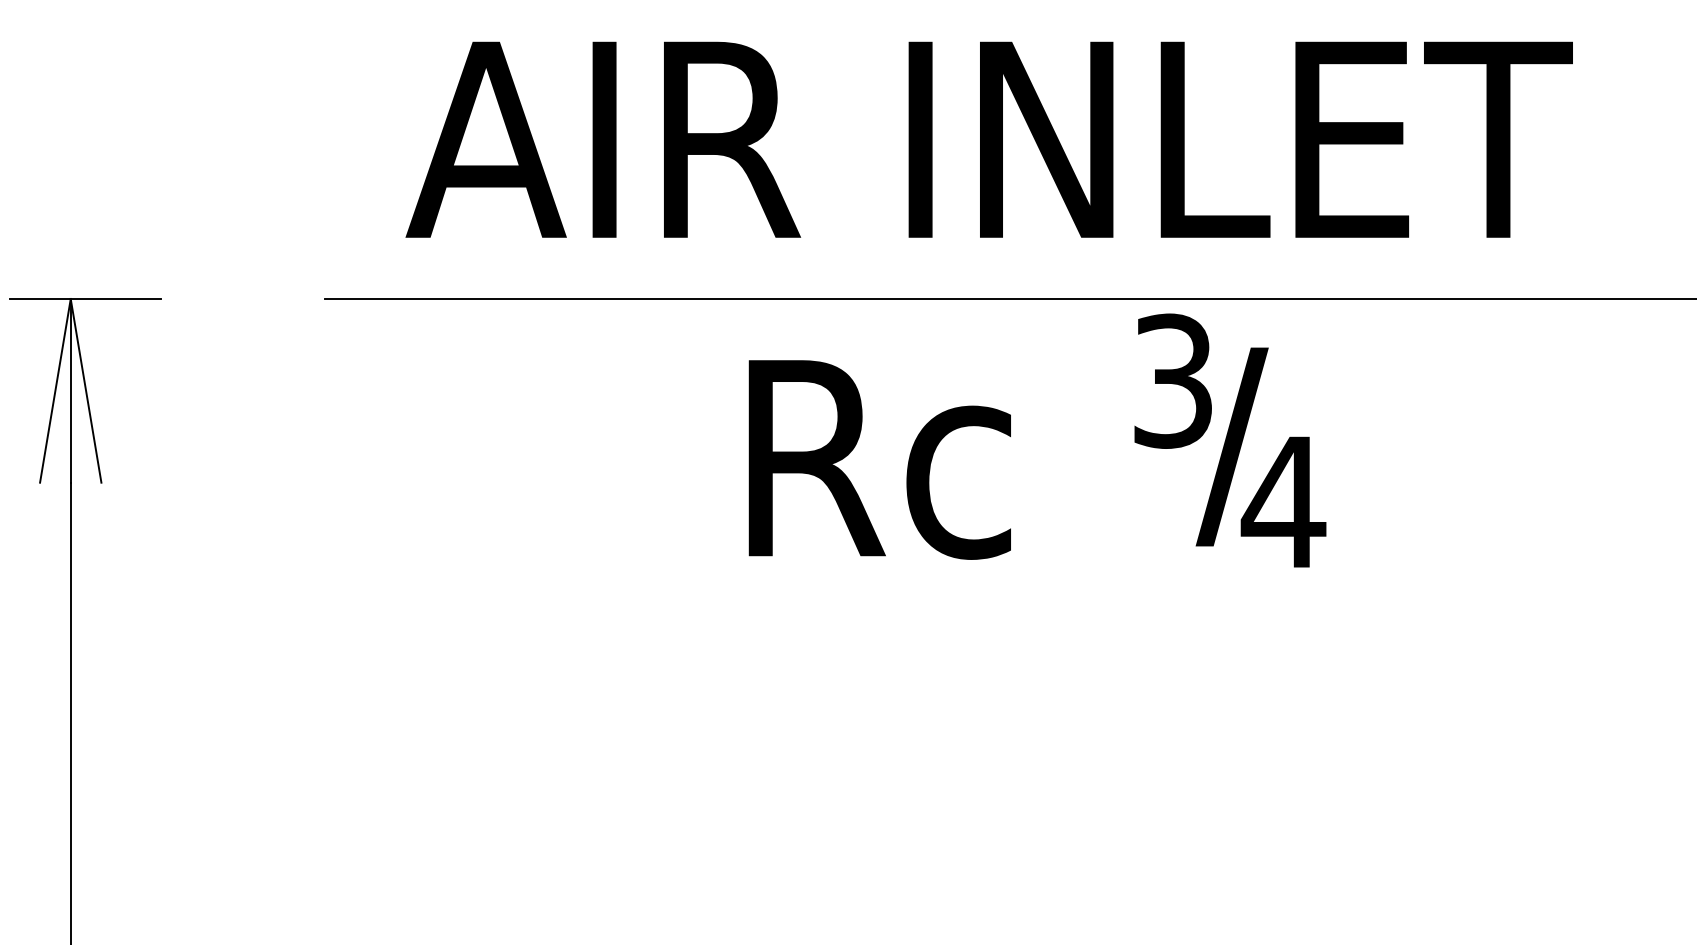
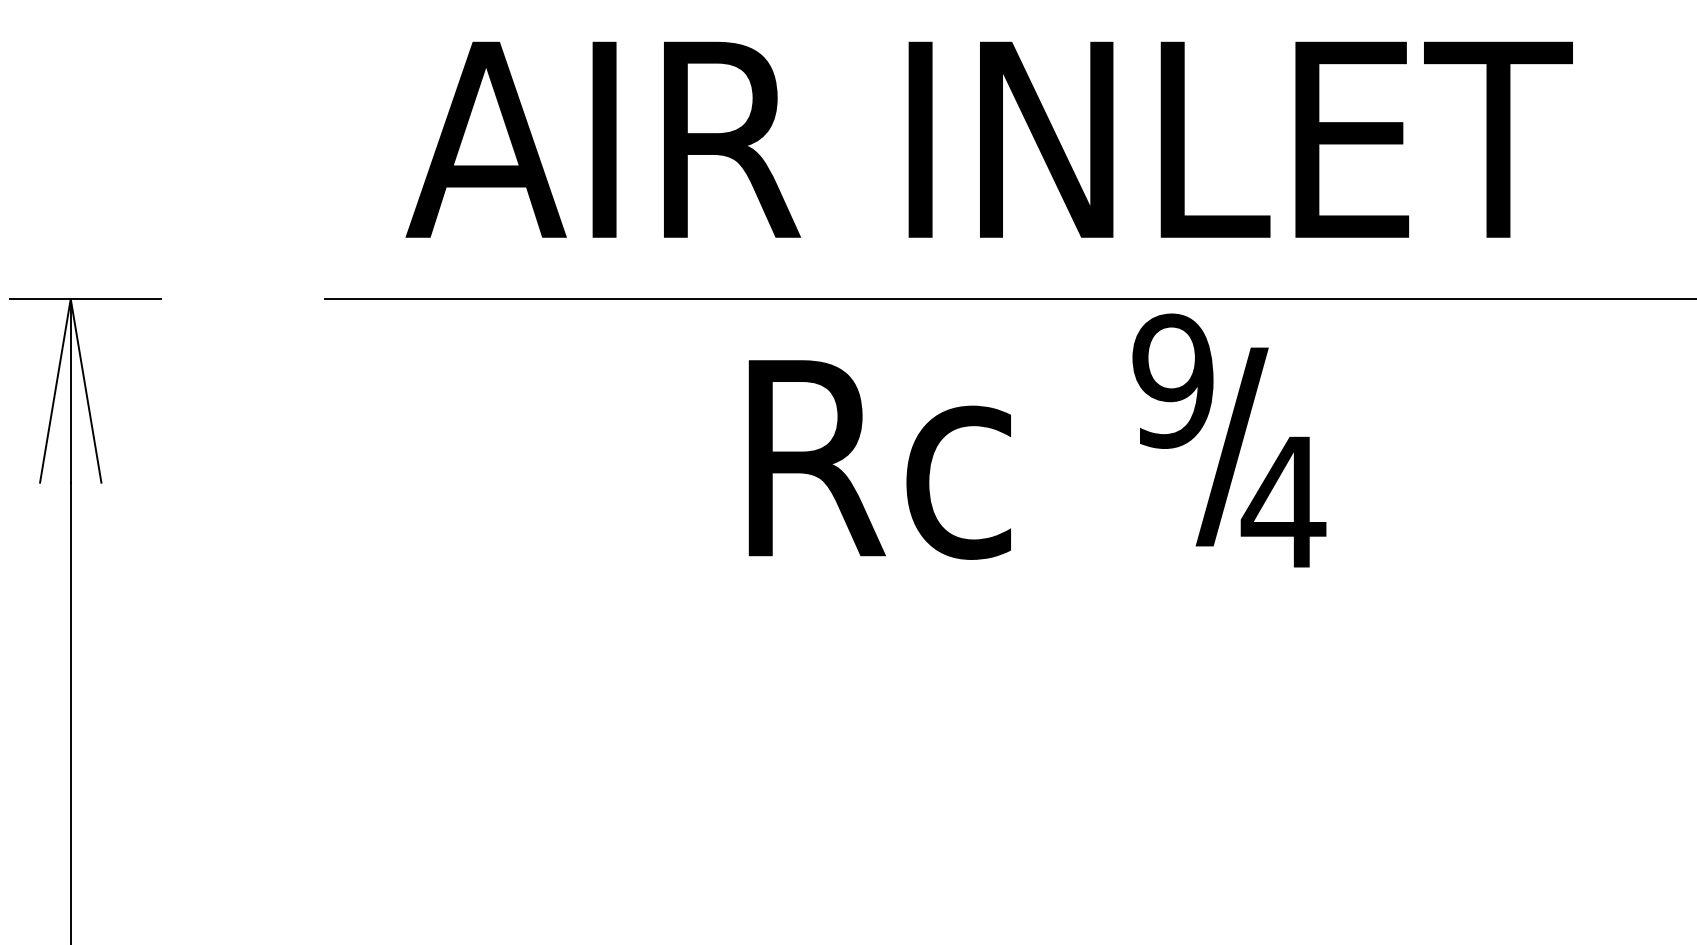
text at (1172, 380): 3 -> 9
